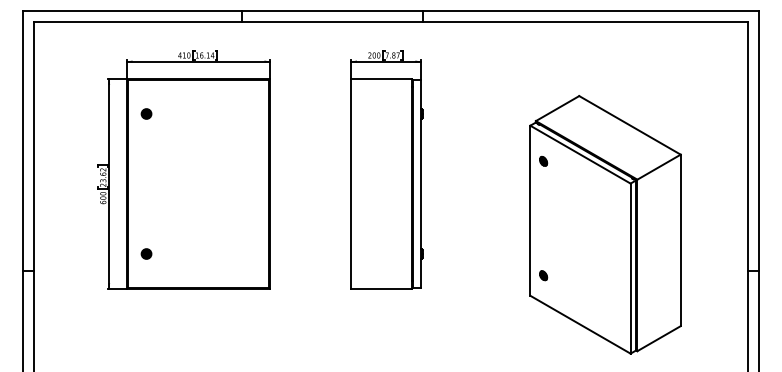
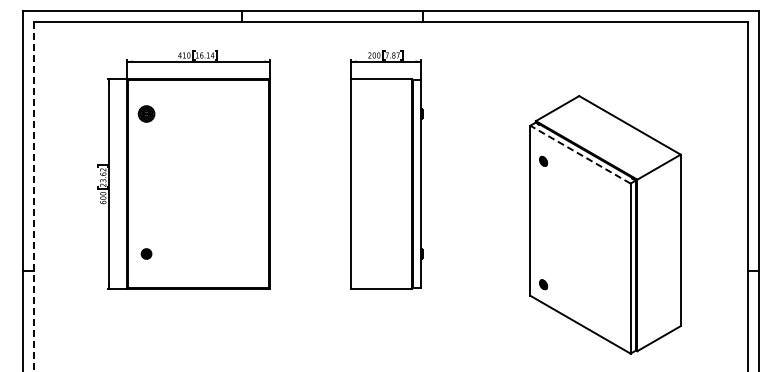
part at (146, 113) size: 13x12 px -> 19x18 px
line at (580, 154): solid -> dashed
line at (33, 196): solid -> dashed
part at (543, 275) position: (543, 275) -> (543, 284)
